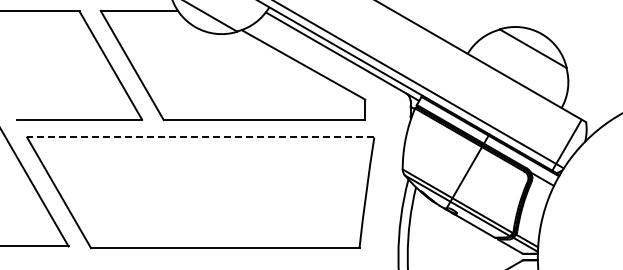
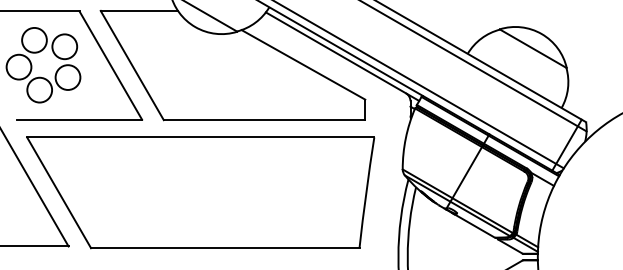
part at (32, 65): none -> present
line at (474, 66): none -> present
line at (200, 137): dashed -> solid
